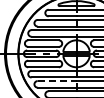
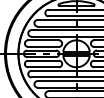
line at (57, 81): dashed -> solid
